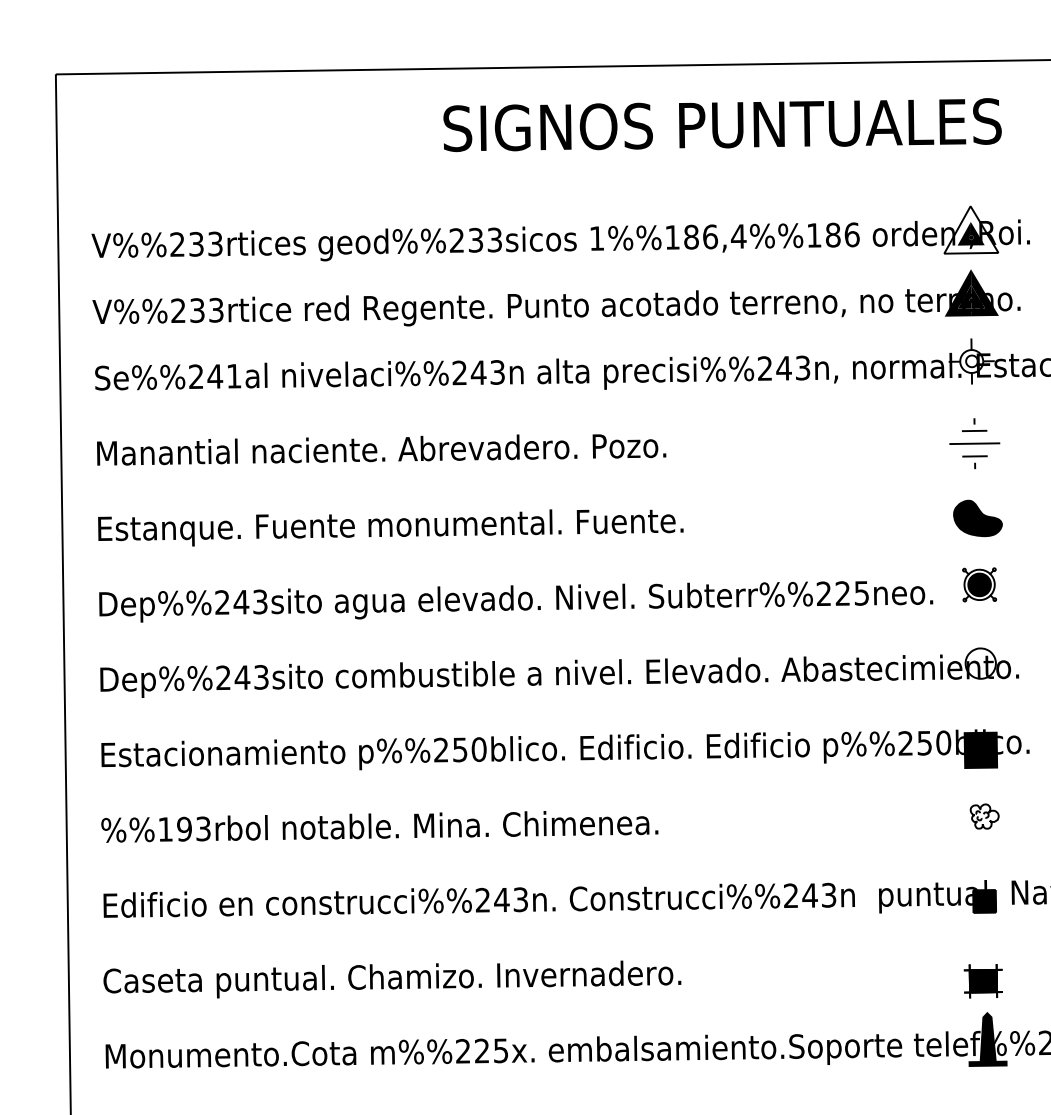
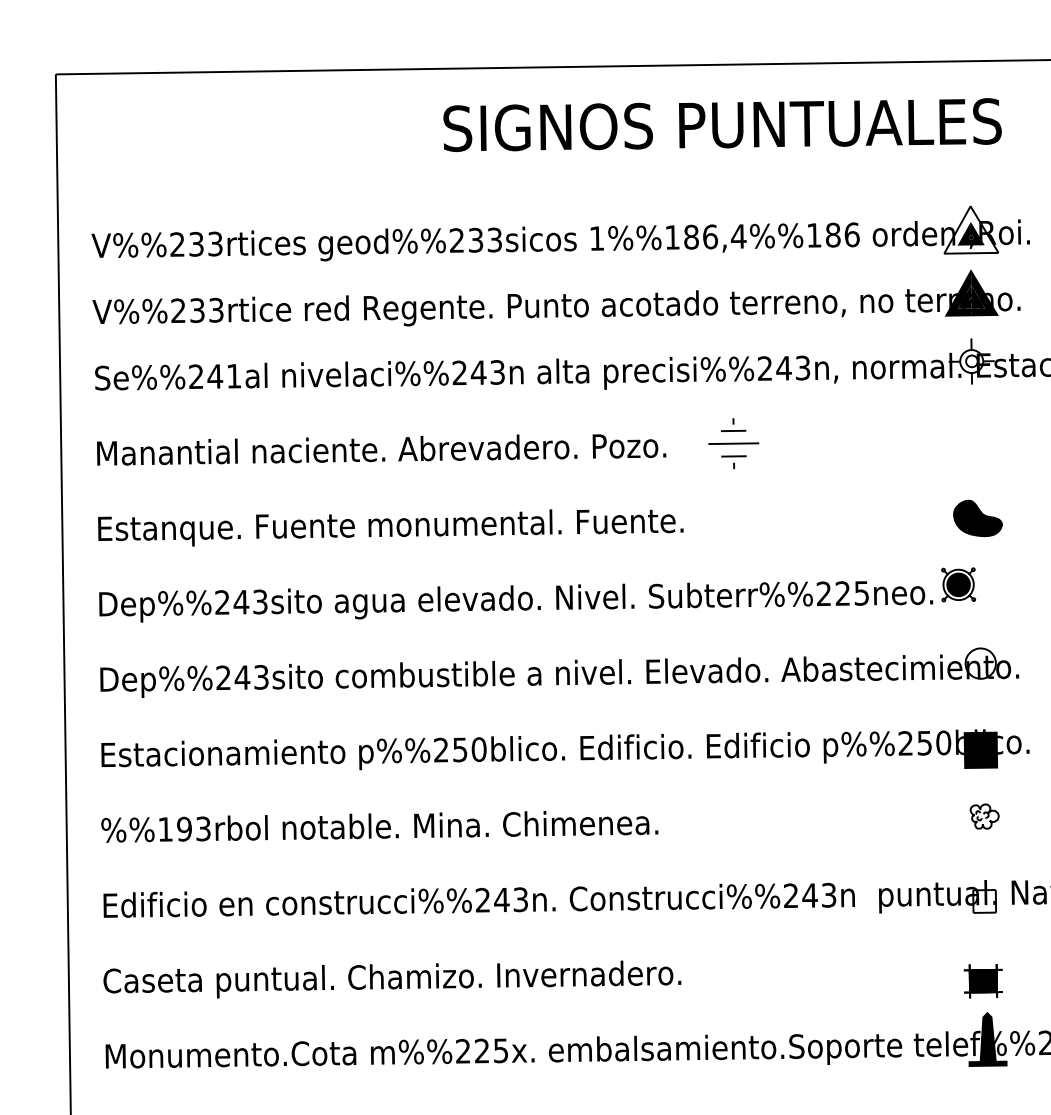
part at (974, 443) position: (974, 443) -> (733, 443)
part at (979, 584) position: (979, 584) -> (958, 584)
fill at (984, 901): present -> none
